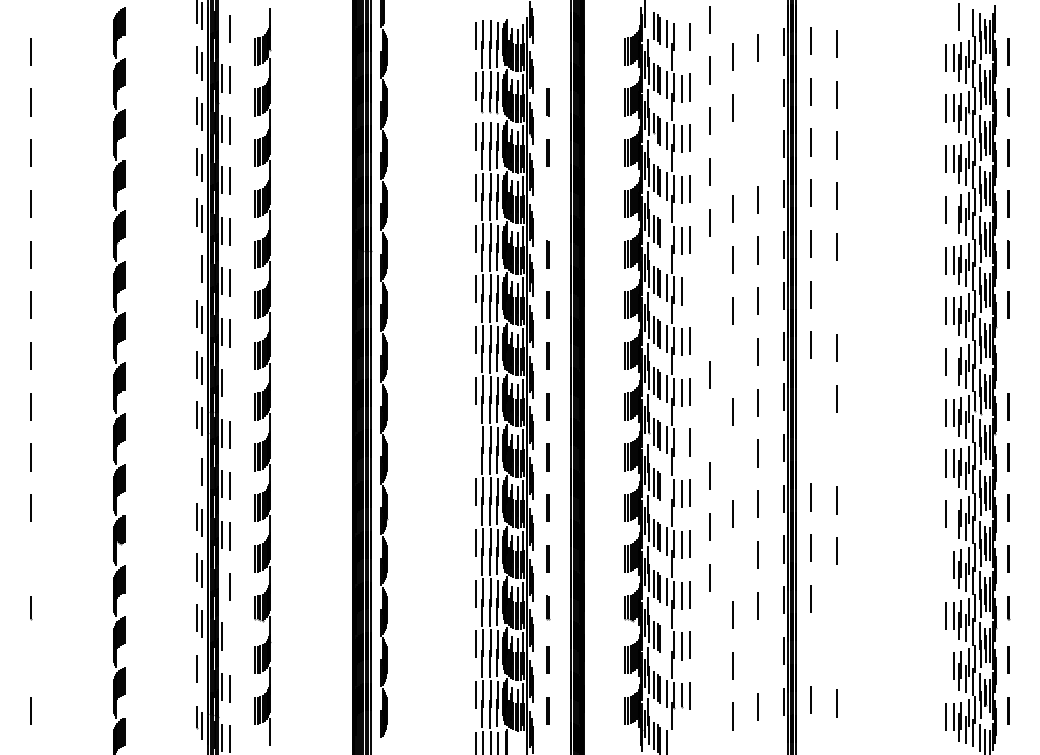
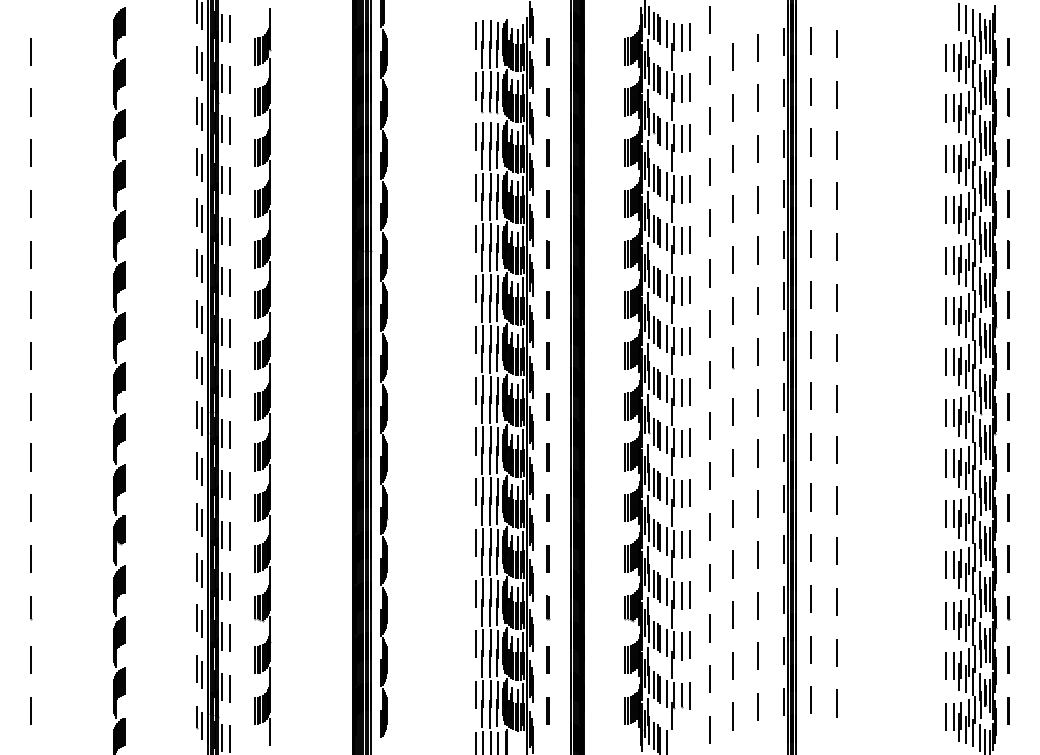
line at (966, 19): none -> present
line at (649, 20): none -> present
line at (222, 27): none -> present
line at (681, 37): none -> present
line at (547, 51): none -> present
line at (758, 98): none -> present
line at (758, 149): none -> present
line at (733, 158): none -> present
line at (547, 203): none -> present
line at (953, 209): none -> present
line at (667, 237): none -> present
line at (196, 263): none -> present
line at (710, 273): none -> present
line at (689, 290): none -> present
line at (837, 297): none -> present
line at (710, 324): none -> present
line at (1008, 355): none -> present
line at (733, 358): none -> present
line at (953, 361): none -> present
line at (230, 384): none -> present
line at (810, 395): none -> present
line at (710, 425): none -> present
line at (475, 441): none -> present
line at (681, 443): none -> present
line at (810, 446): none -> present
line at (836, 449): none -> present
line at (732, 462): none -> present
line at (196, 465): none -> present
line at (667, 490): none -> present
line at (953, 514): none -> present
line at (31, 558): none -> present
line at (732, 564): none -> present
line at (946, 564): none -> present
line at (222, 585): none -> present
line at (836, 601): none -> present
line at (710, 628): none -> present
line at (230, 637): none -> present
line at (667, 642): none -> present
line at (810, 649): none -> present
line at (837, 652): none -> present
line at (758, 656): none -> present
line at (30, 659): none -> present
line at (946, 666): none -> present
line at (201, 675): none -> present
line at (710, 679): none -> present
line at (709, 729): none -> present
